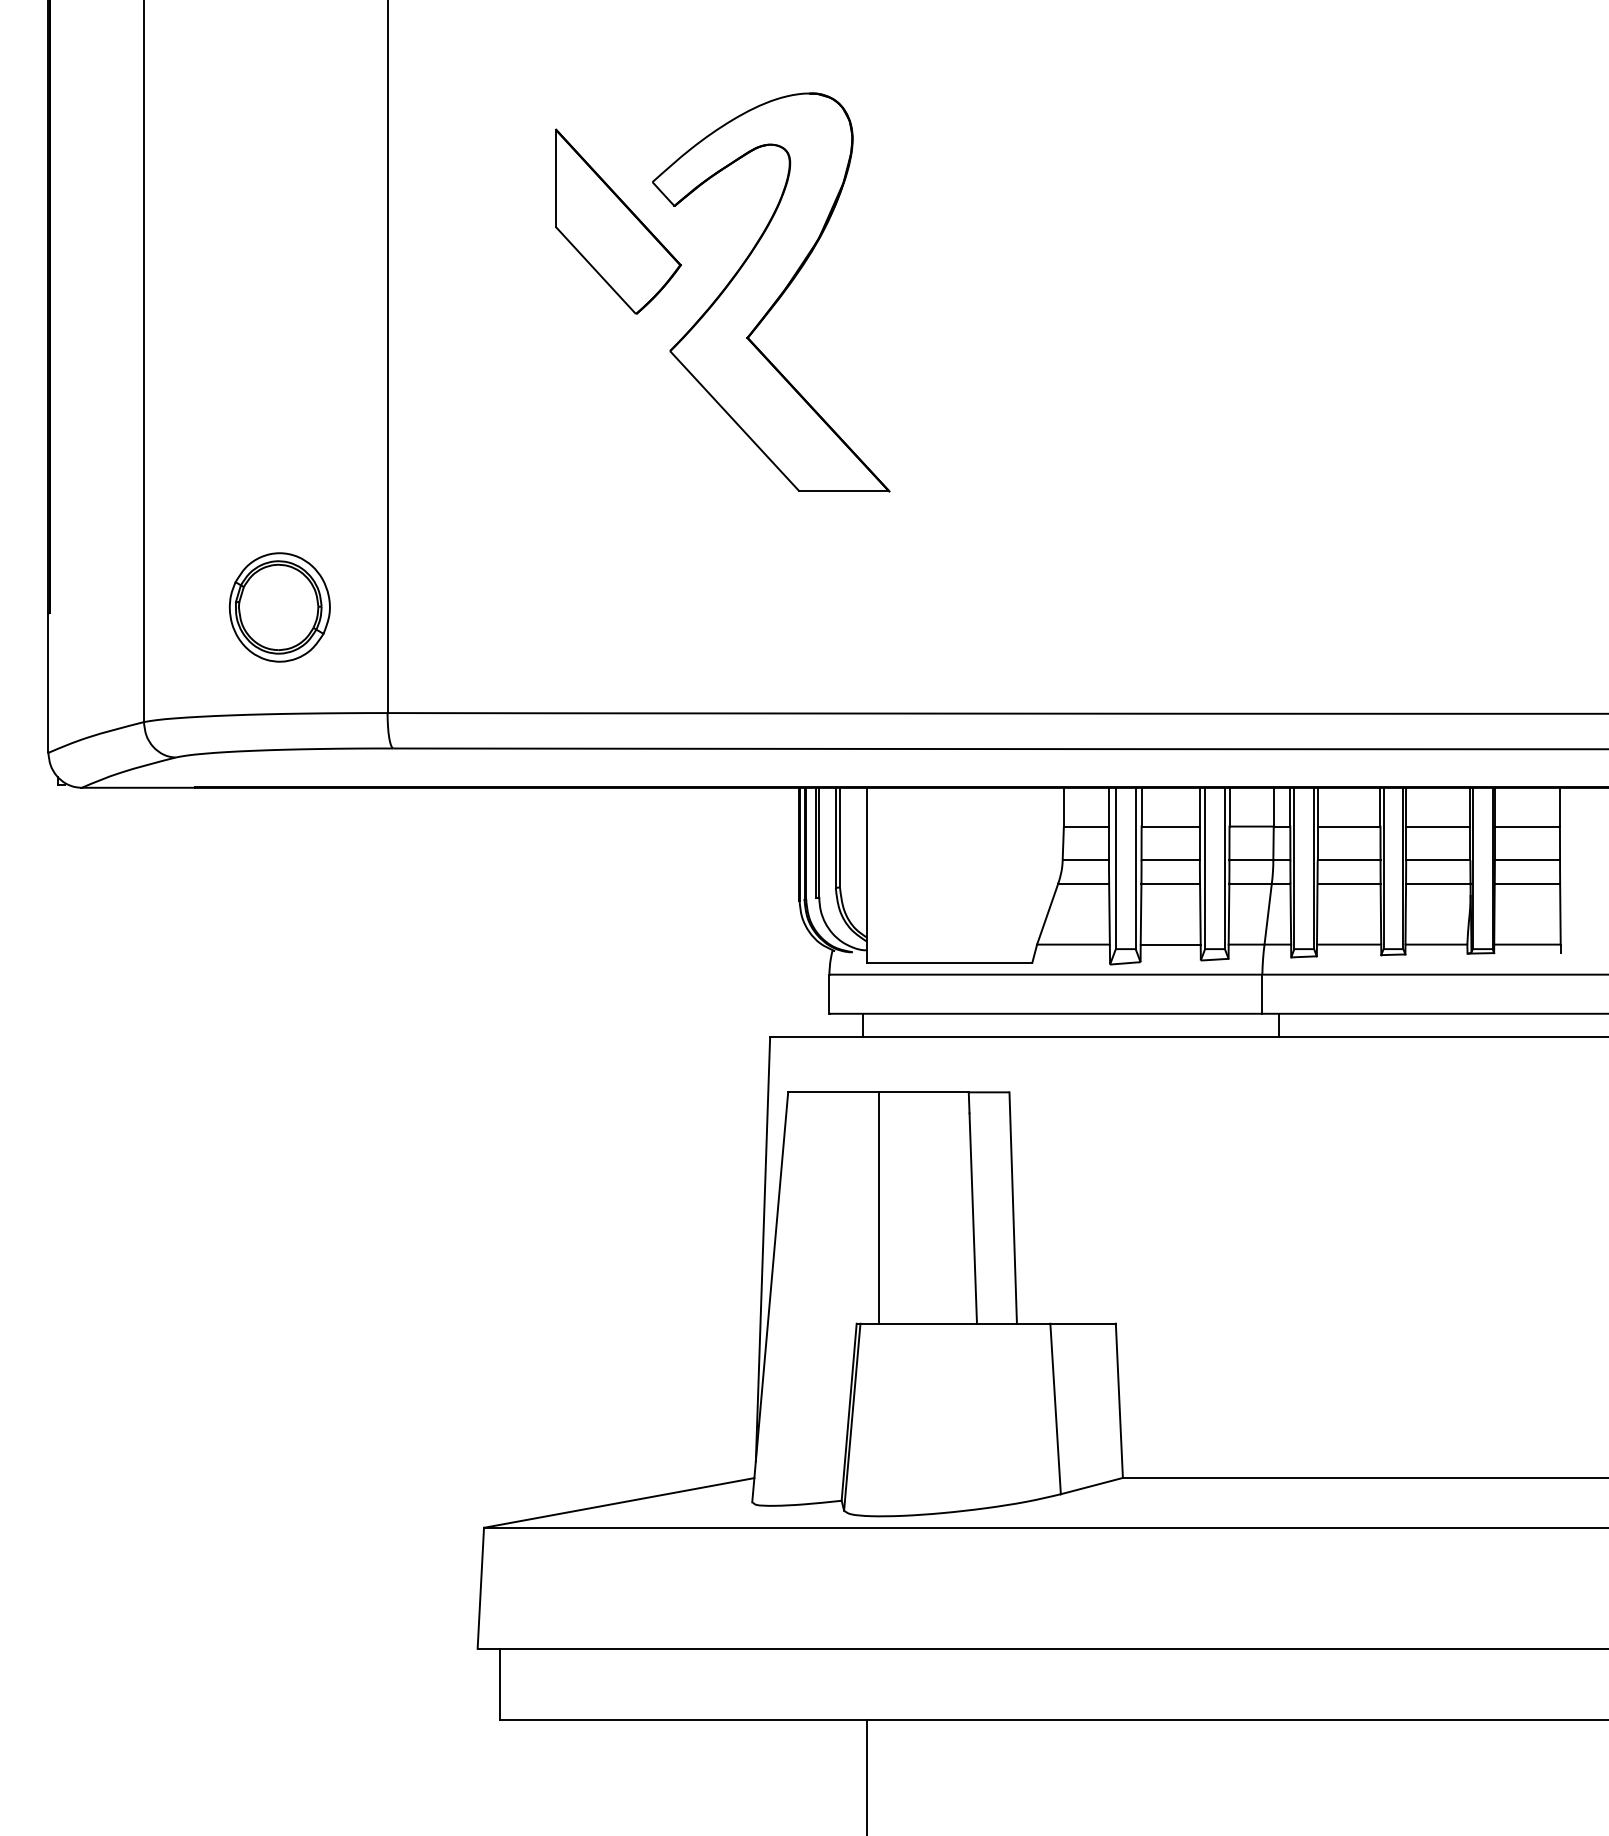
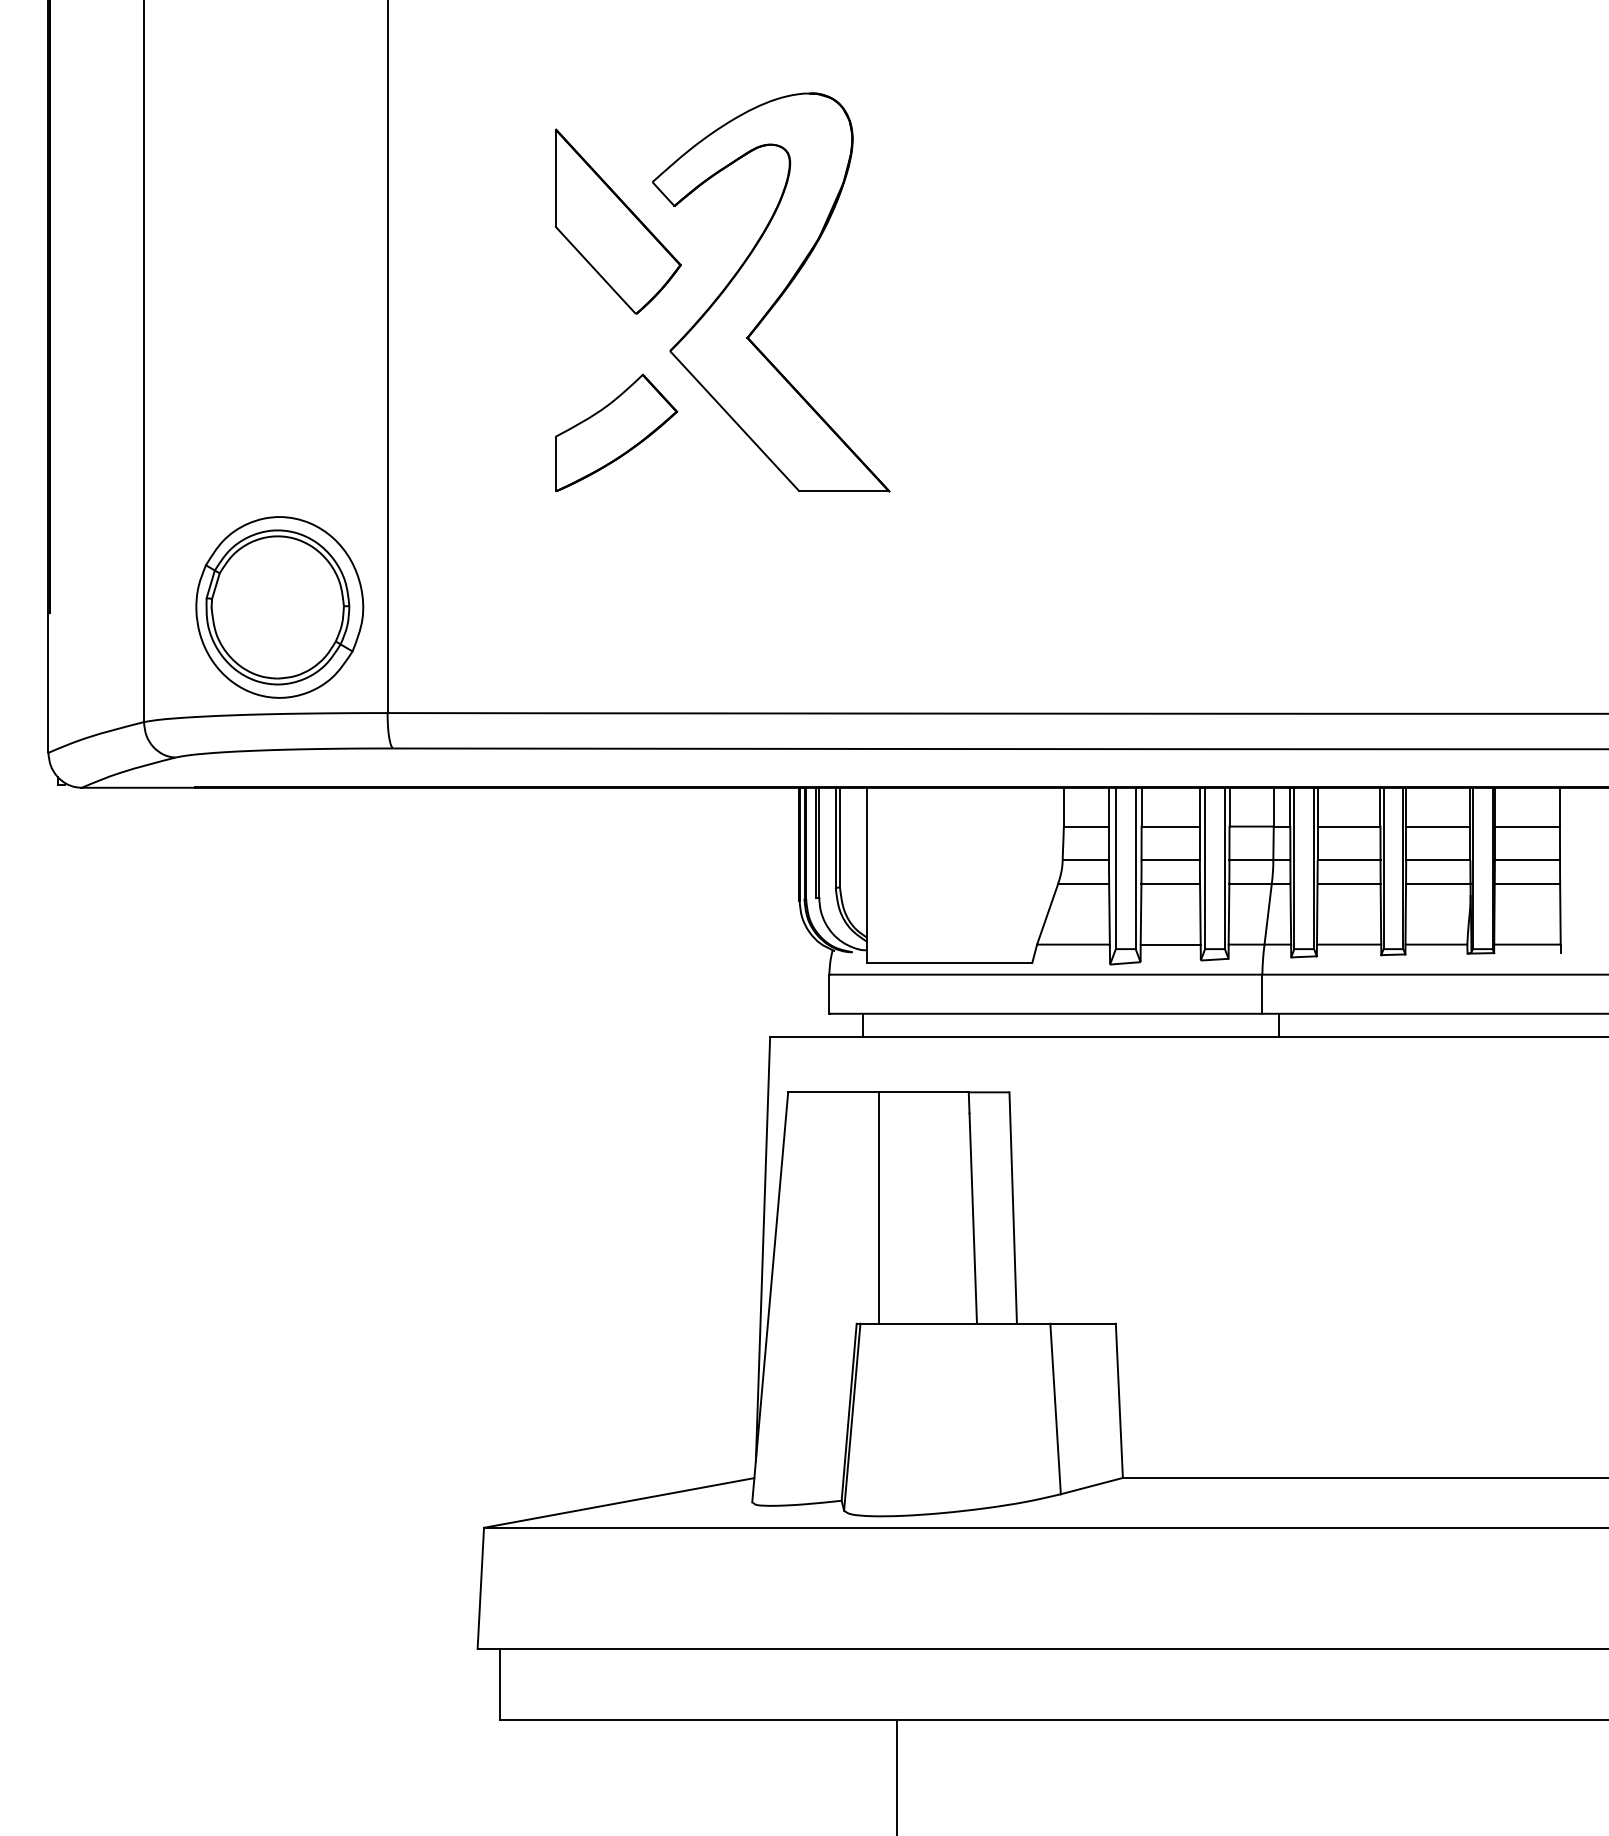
part at (616, 432): none -> present
part at (279, 607) size: 103x111 px -> 170x183 px
line at (866, 1776) position: (866, 1776) -> (896, 1776)
